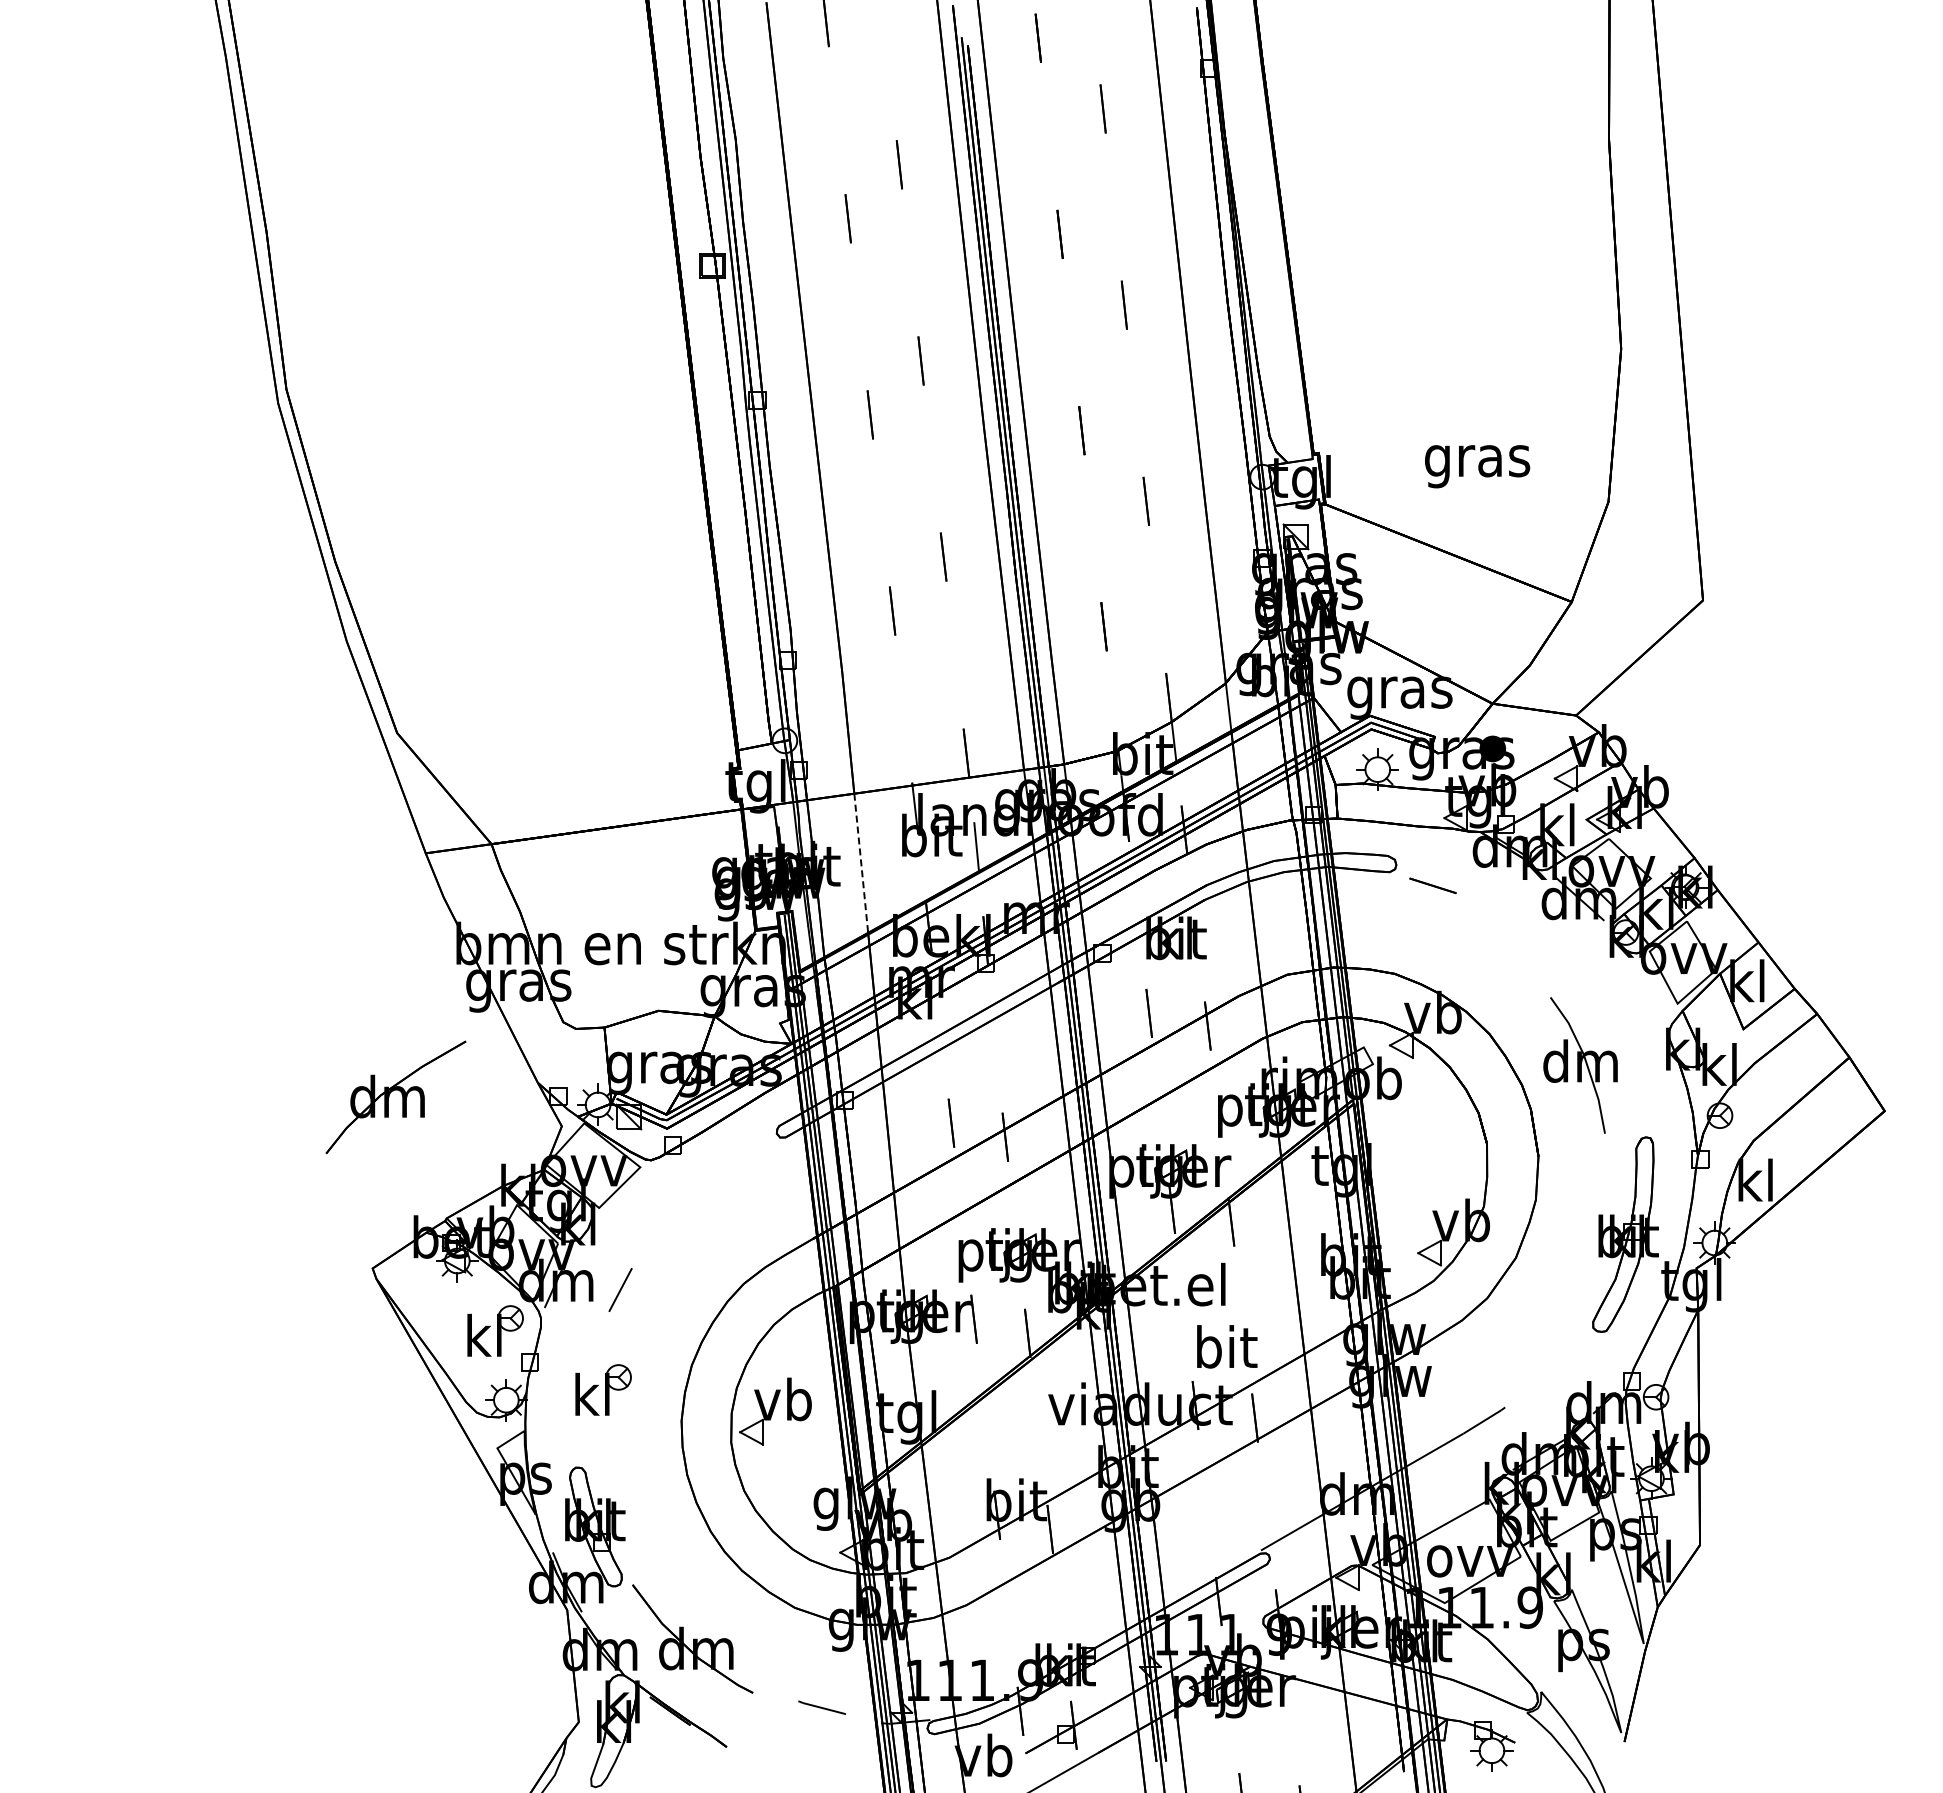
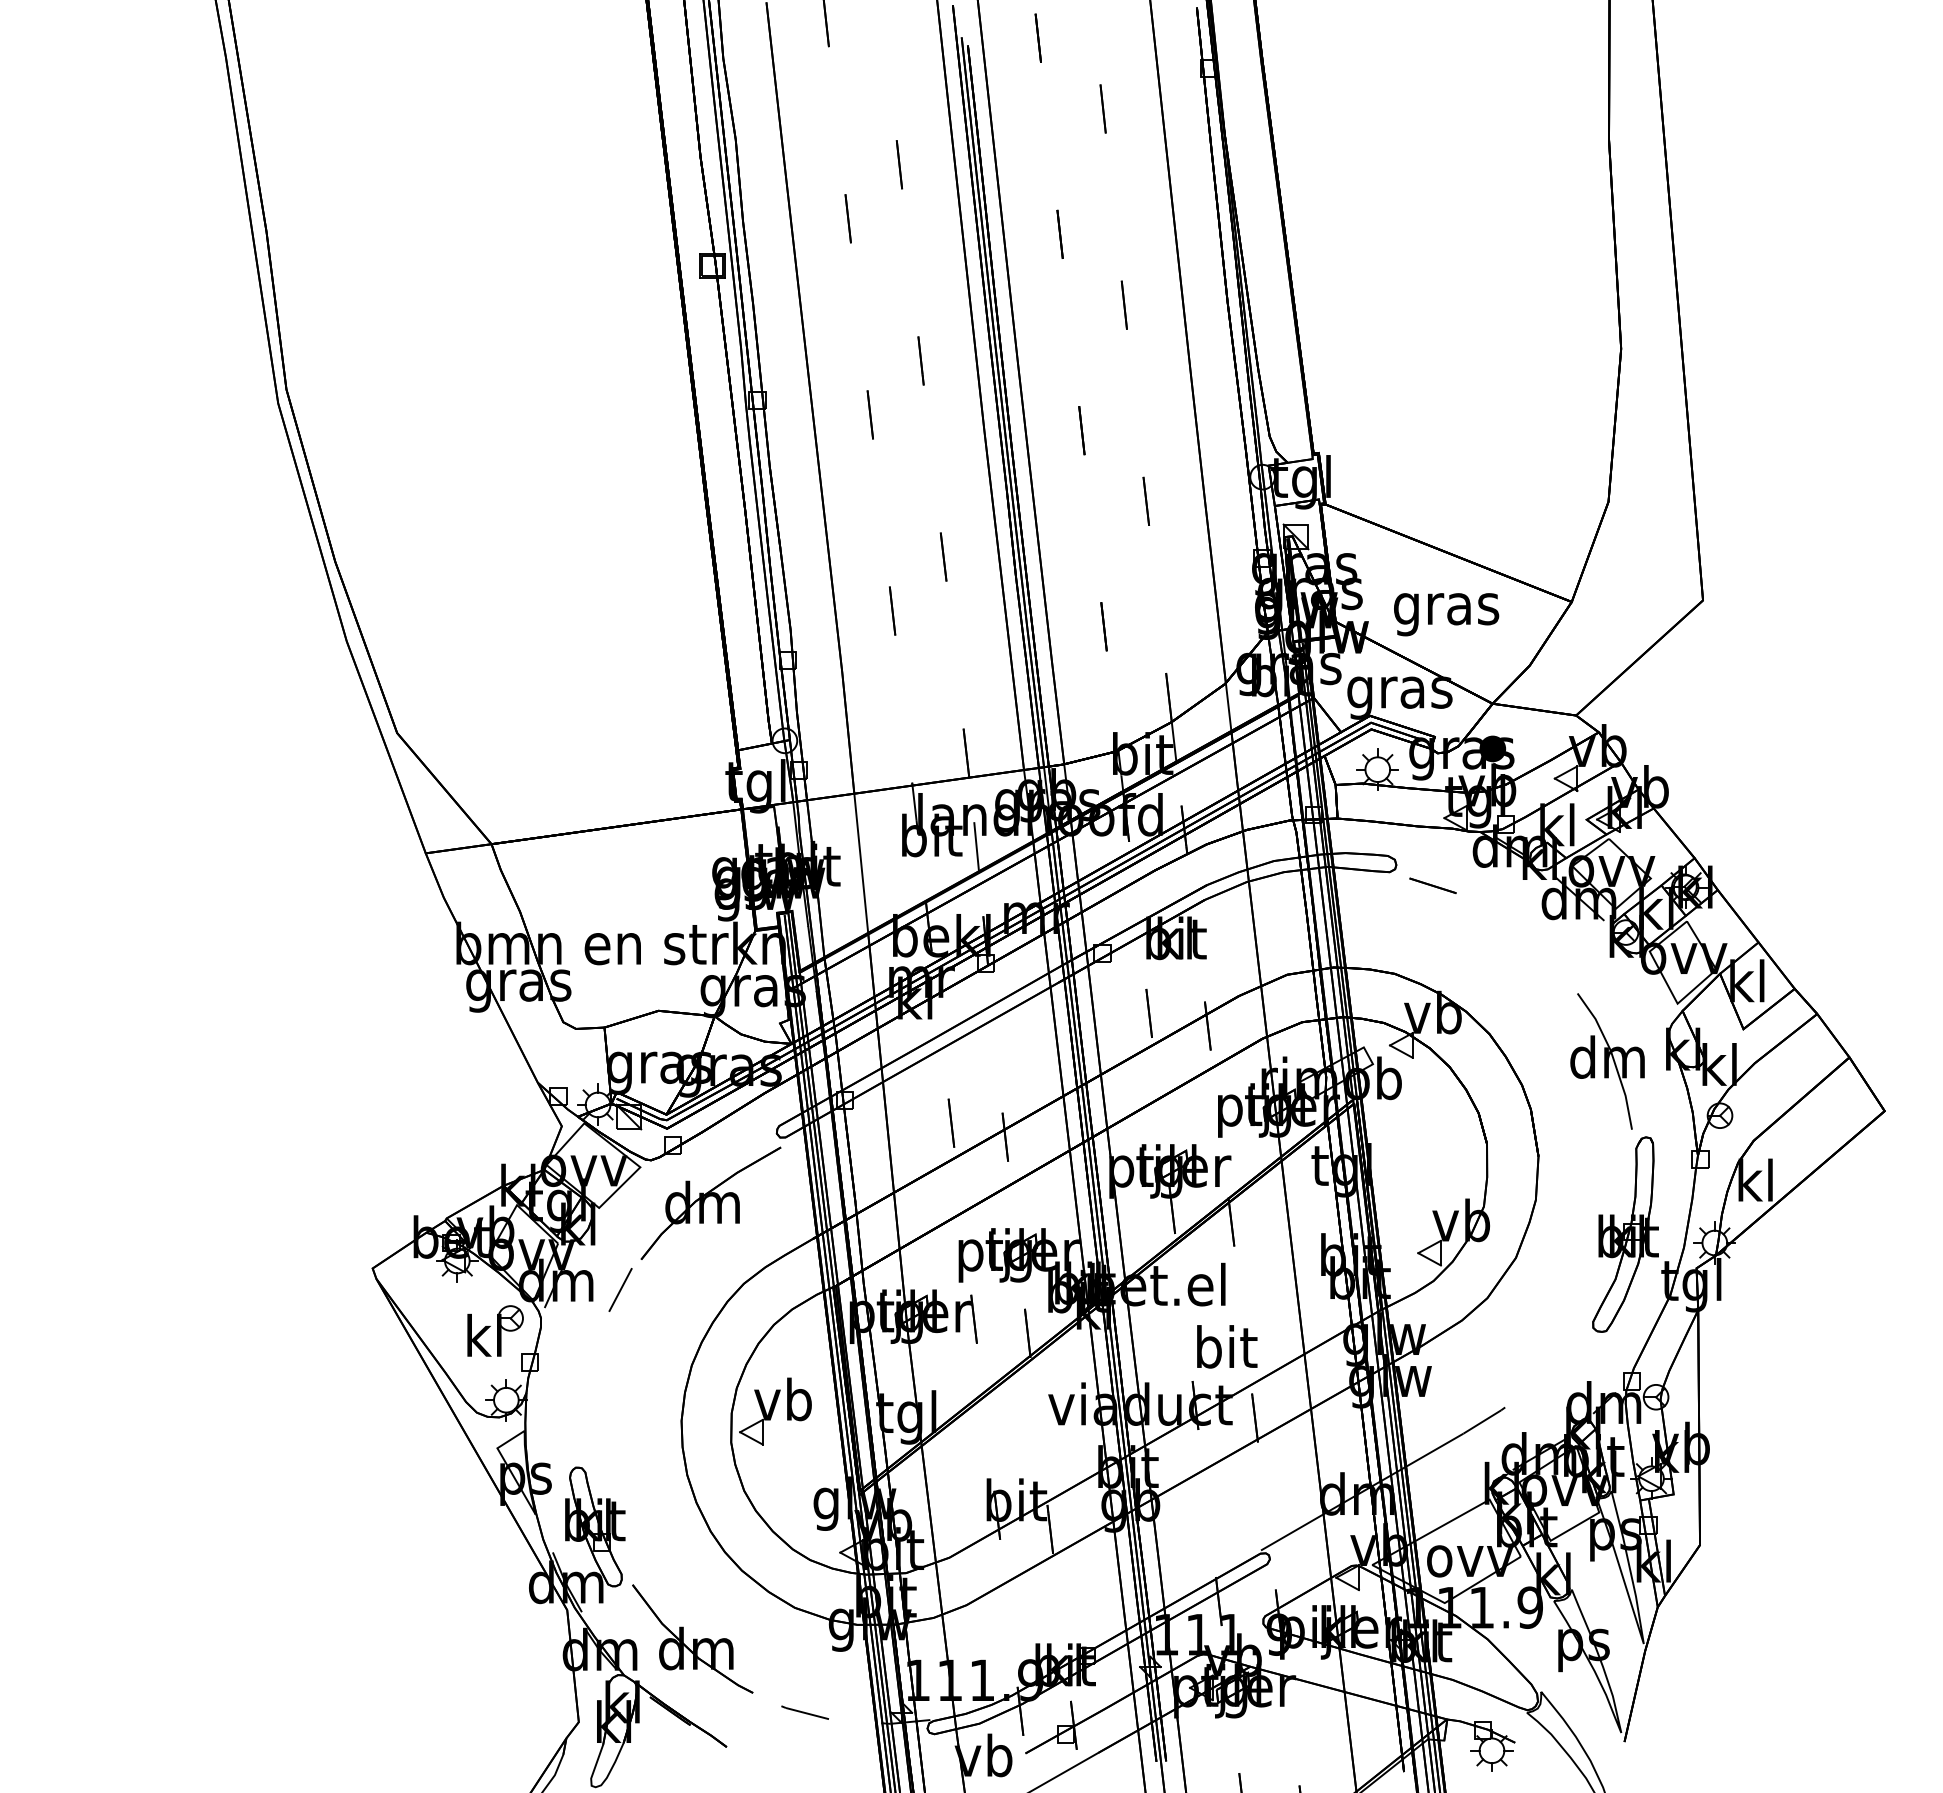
text at (1477, 466) position: (1477, 466) -> (1446, 614)
line at (861, 863): dashed -> solid
part at (1580, 1065) position: (1580, 1065) -> (1607, 1061)
part at (395, 1096) position: (395, 1096) -> (710, 1202)
part at (603, 1389): present -> none
line at (821, 1707) position: (821, 1707) -> (804, 1712)
